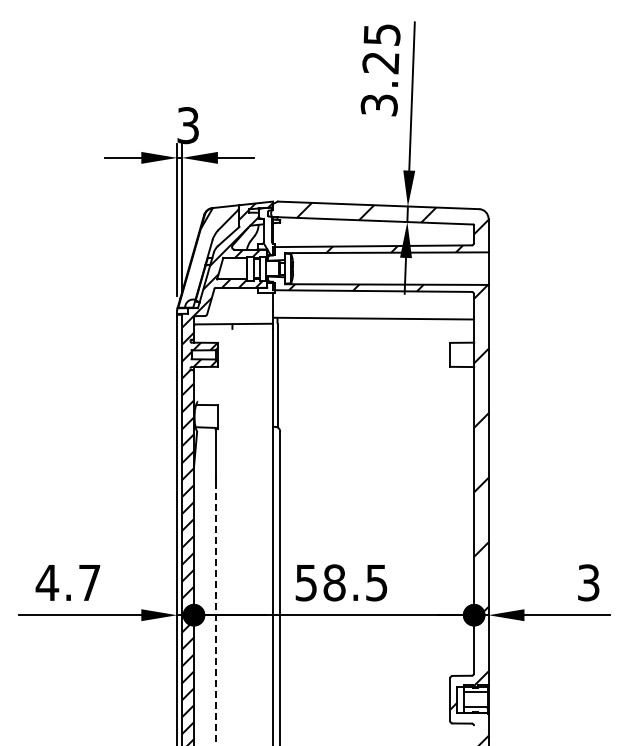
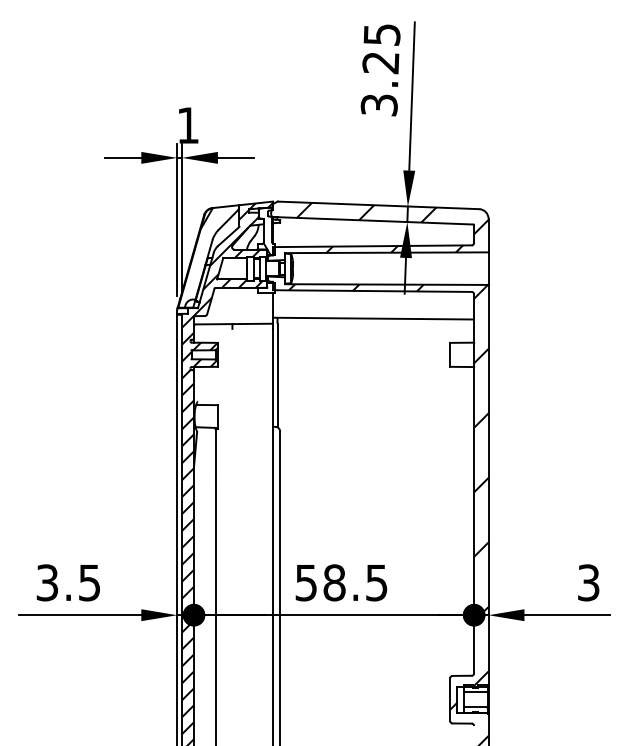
text at (187, 125): 3 -> 1
text at (67, 582): 4.7 -> 3.5
line at (215, 614): dashed -> solid
